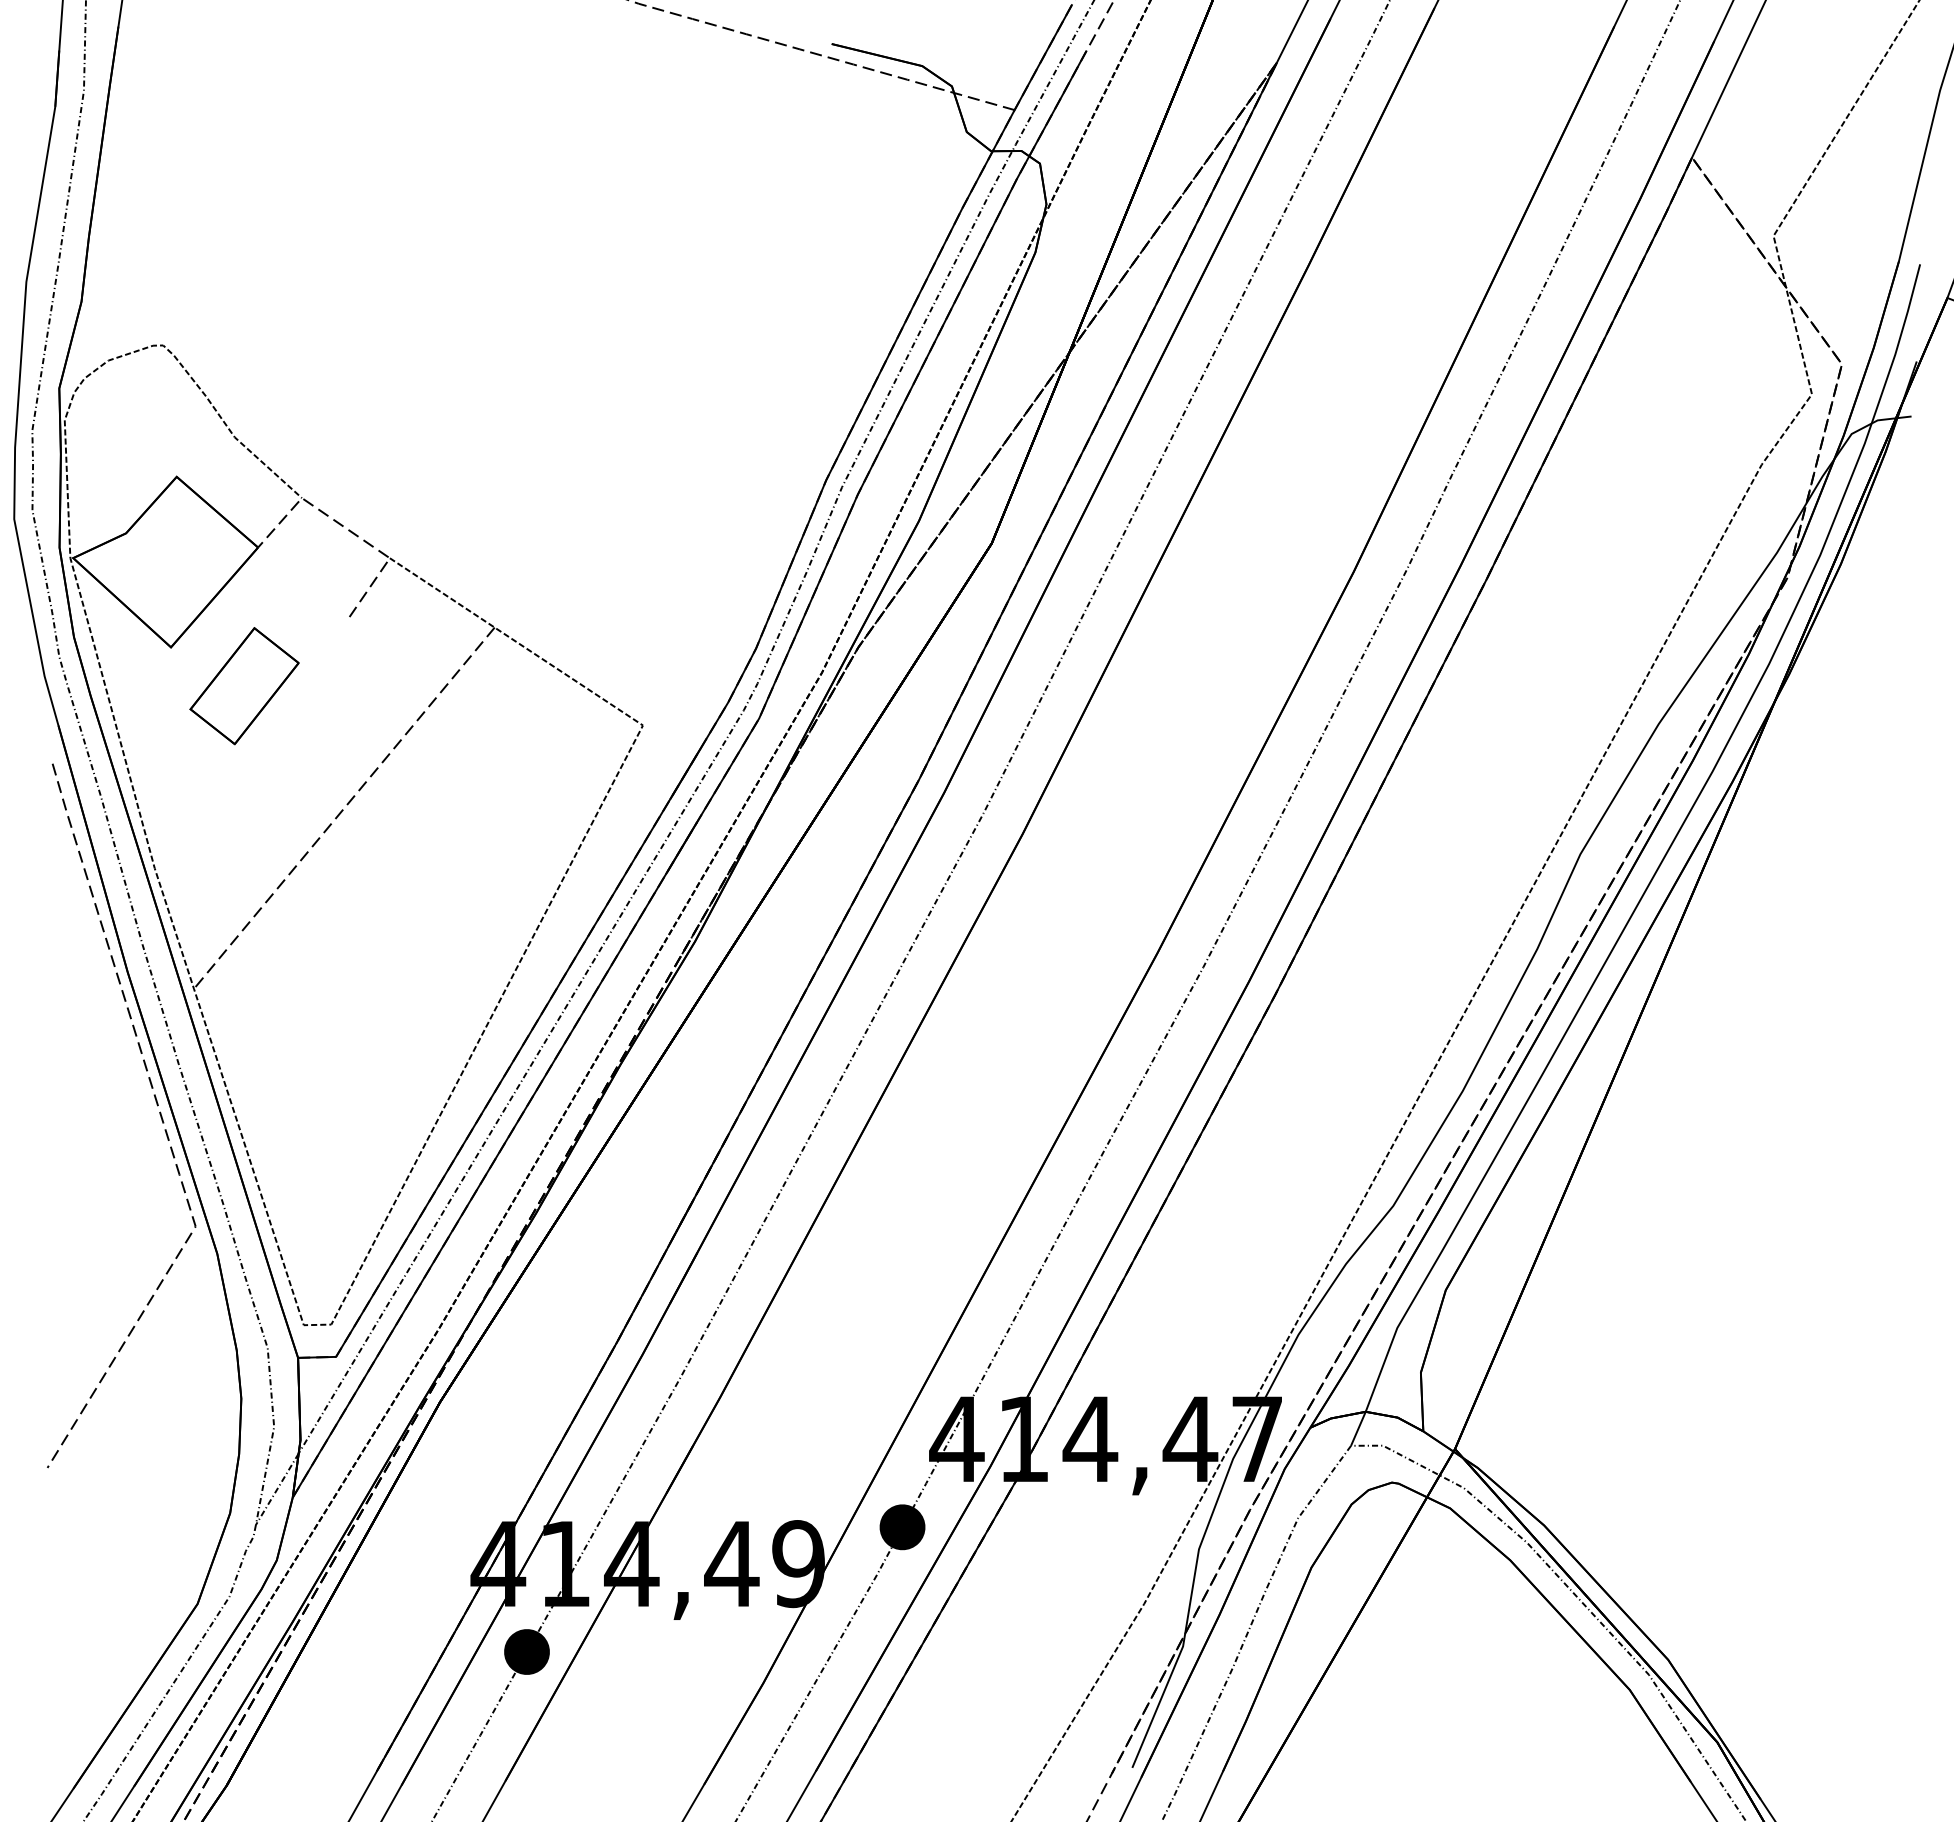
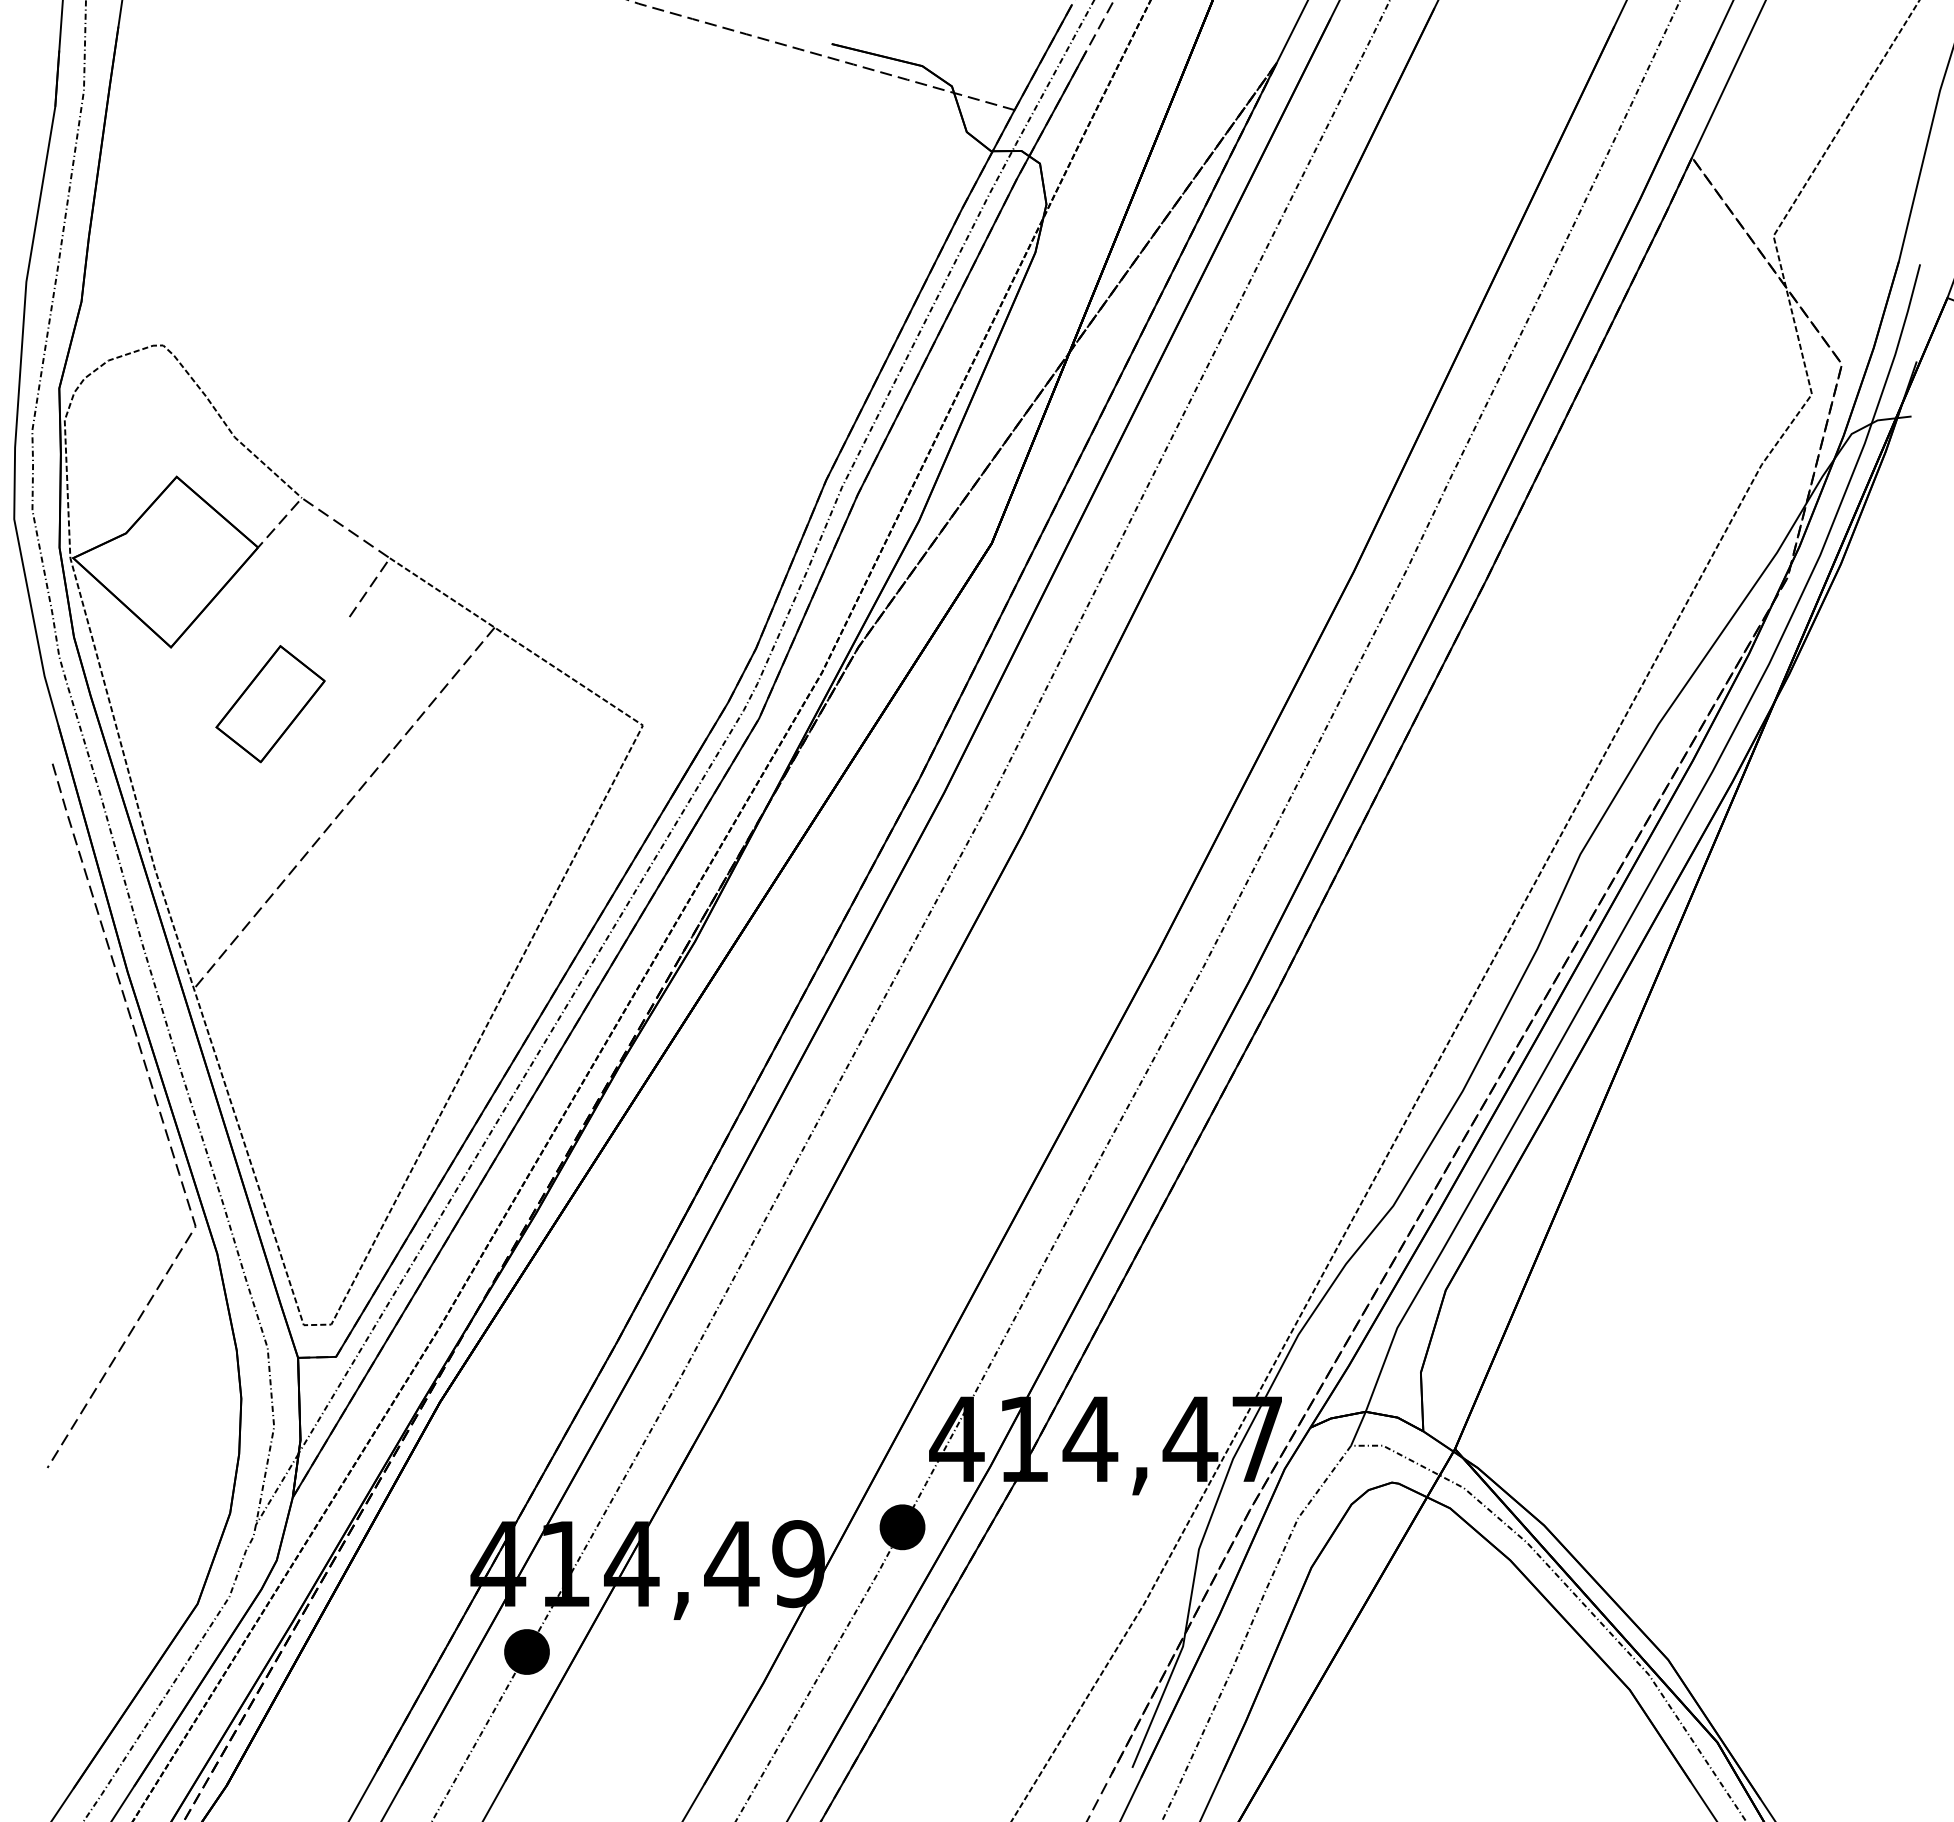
part at (244, 686) position: (244, 686) -> (270, 704)
